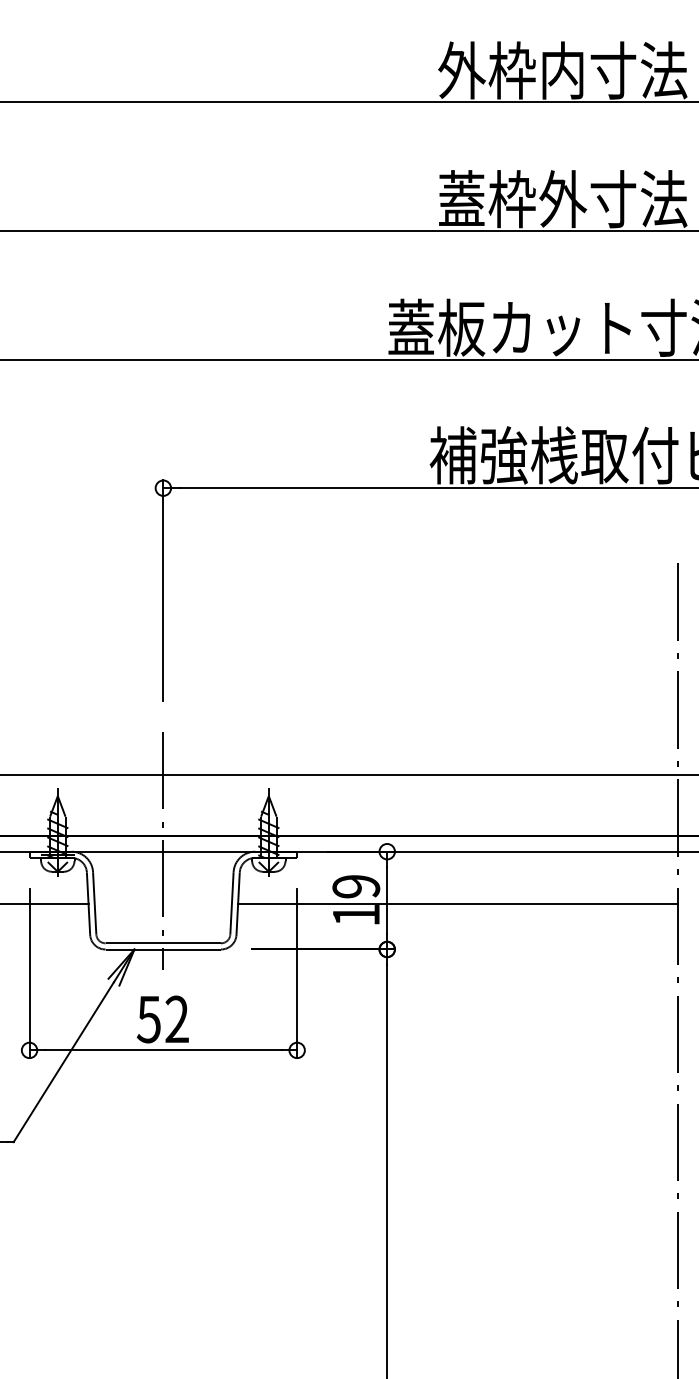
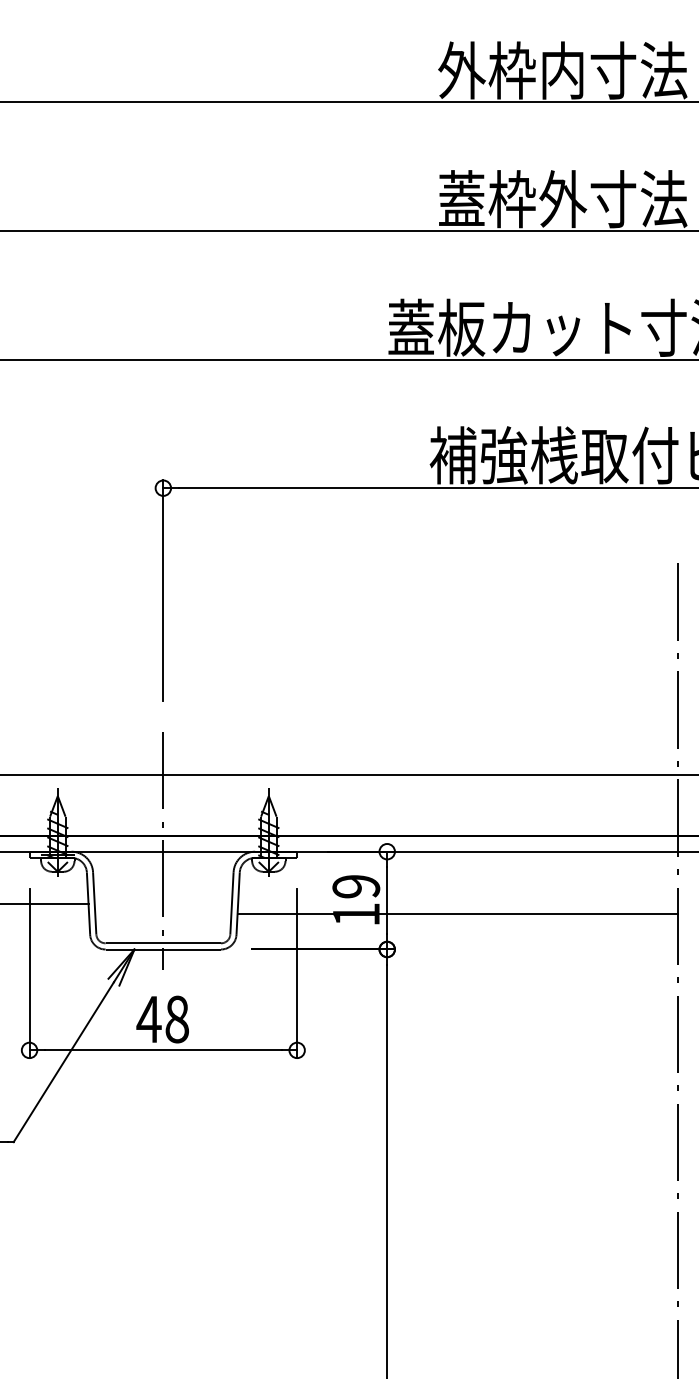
line at (457, 904) position: (457, 904) -> (457, 914)
text at (162, 1019): 52 -> 48
